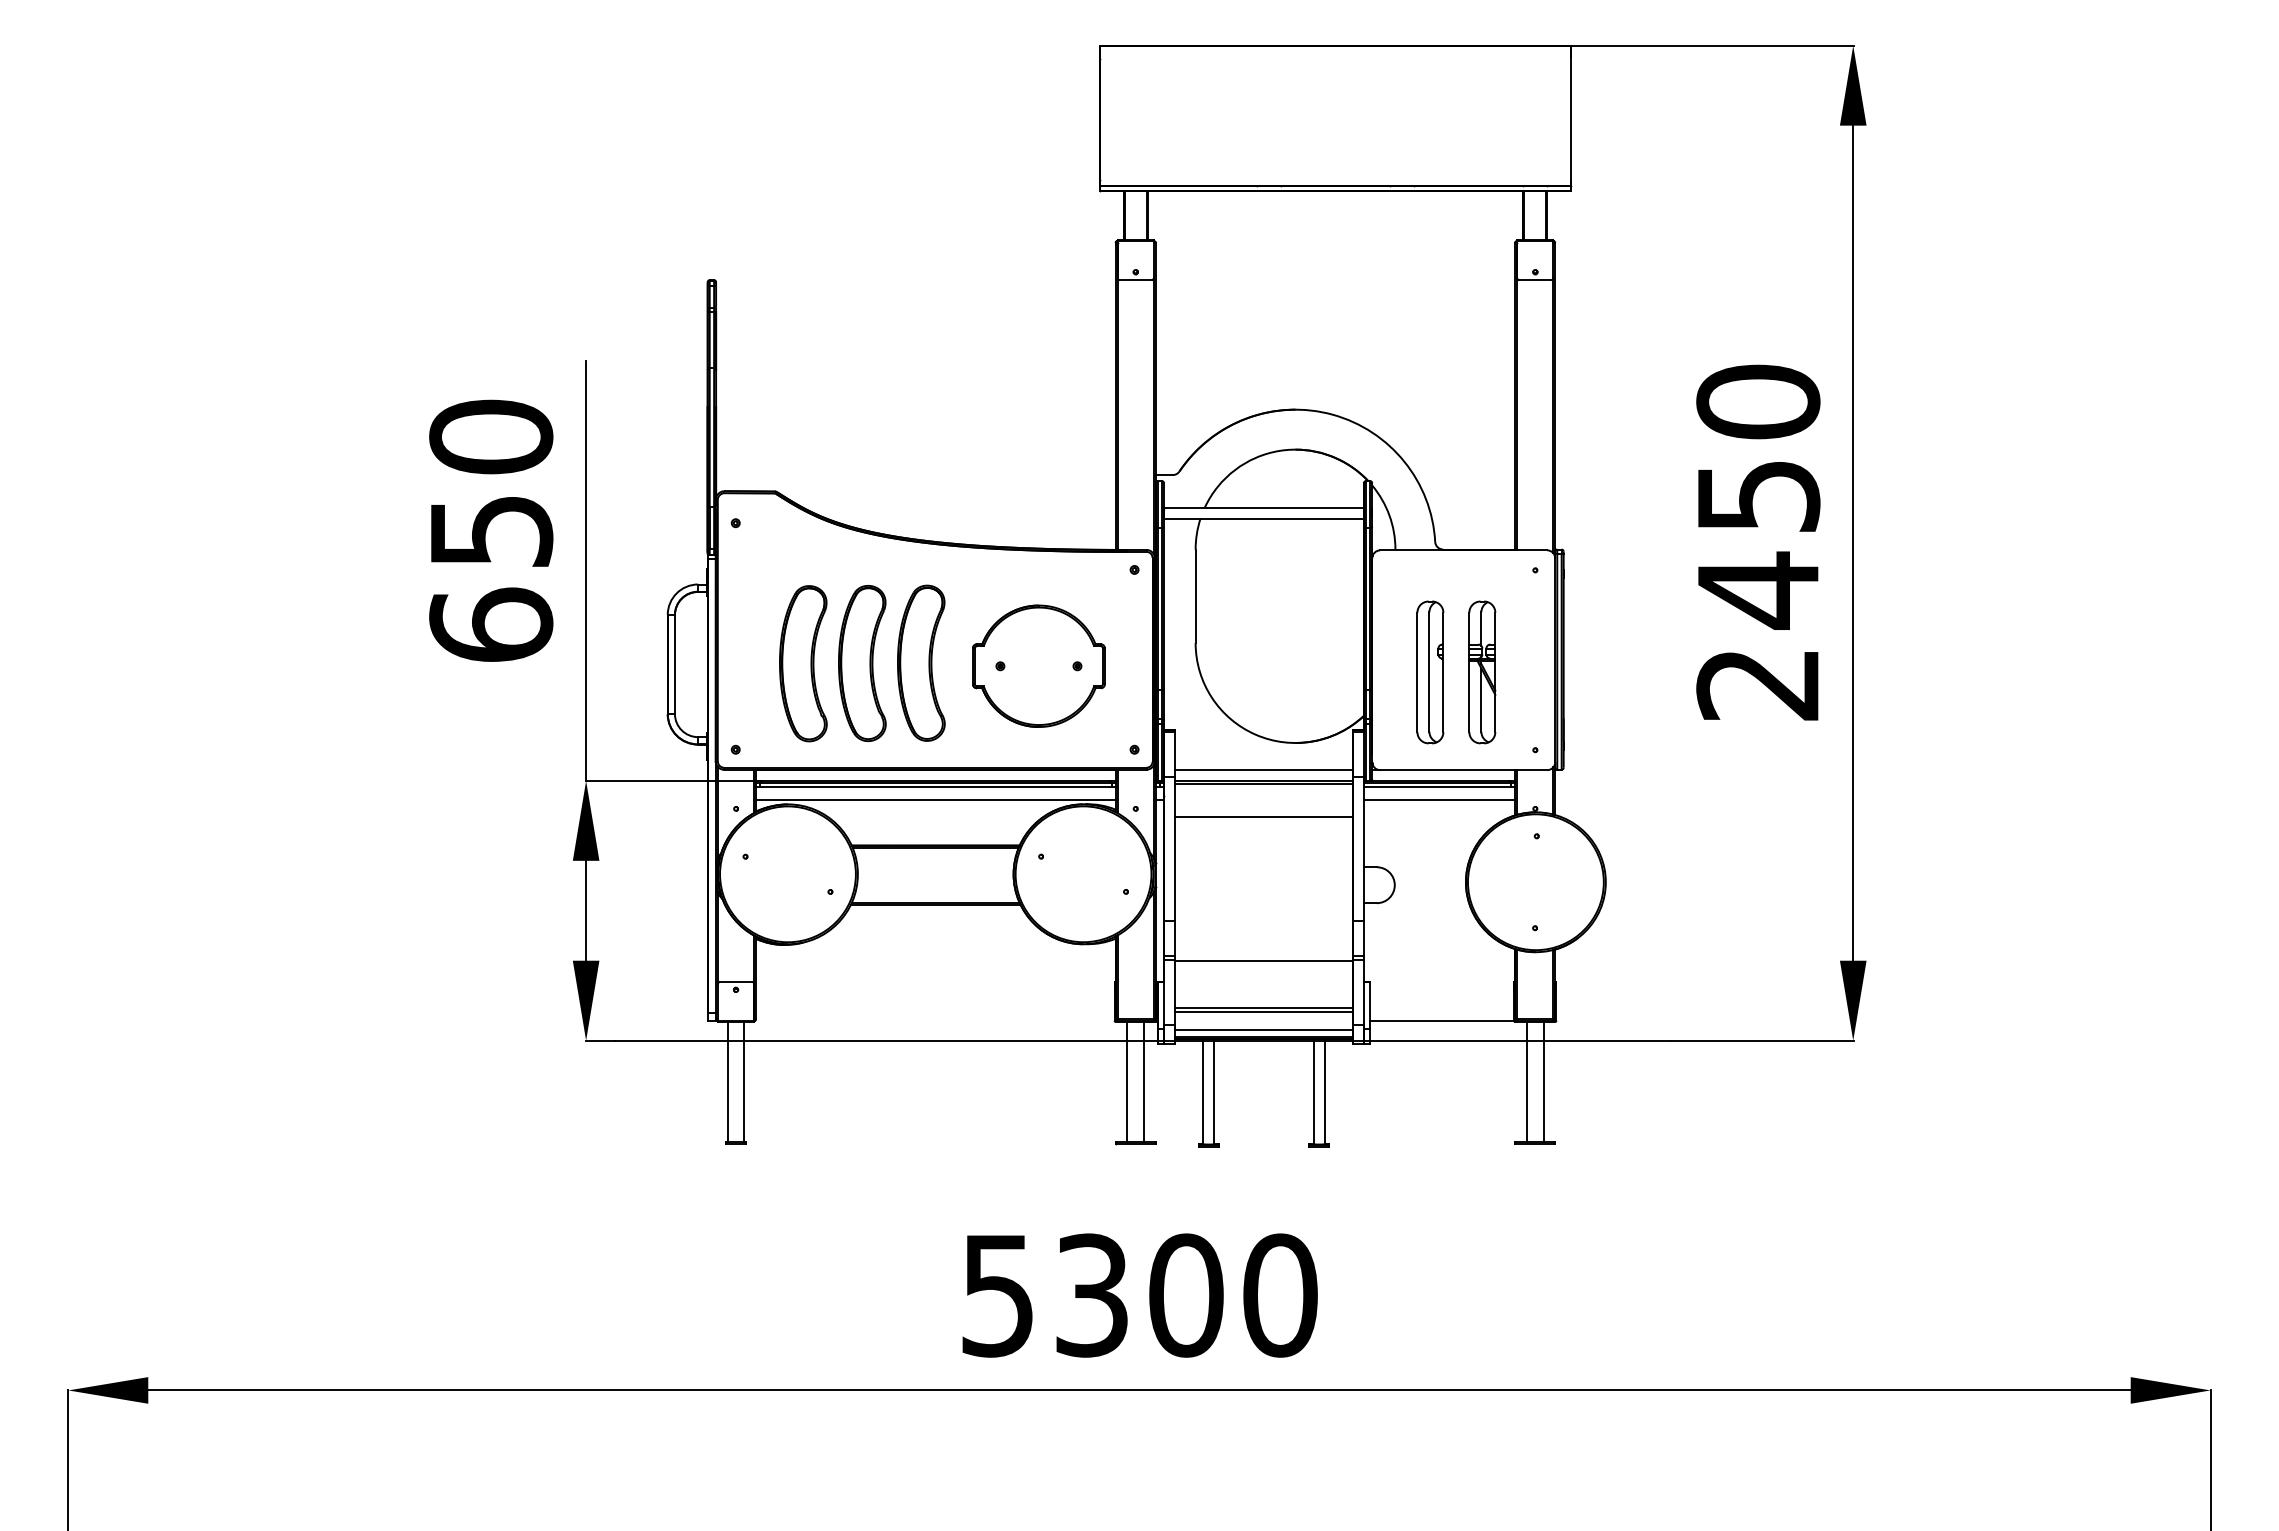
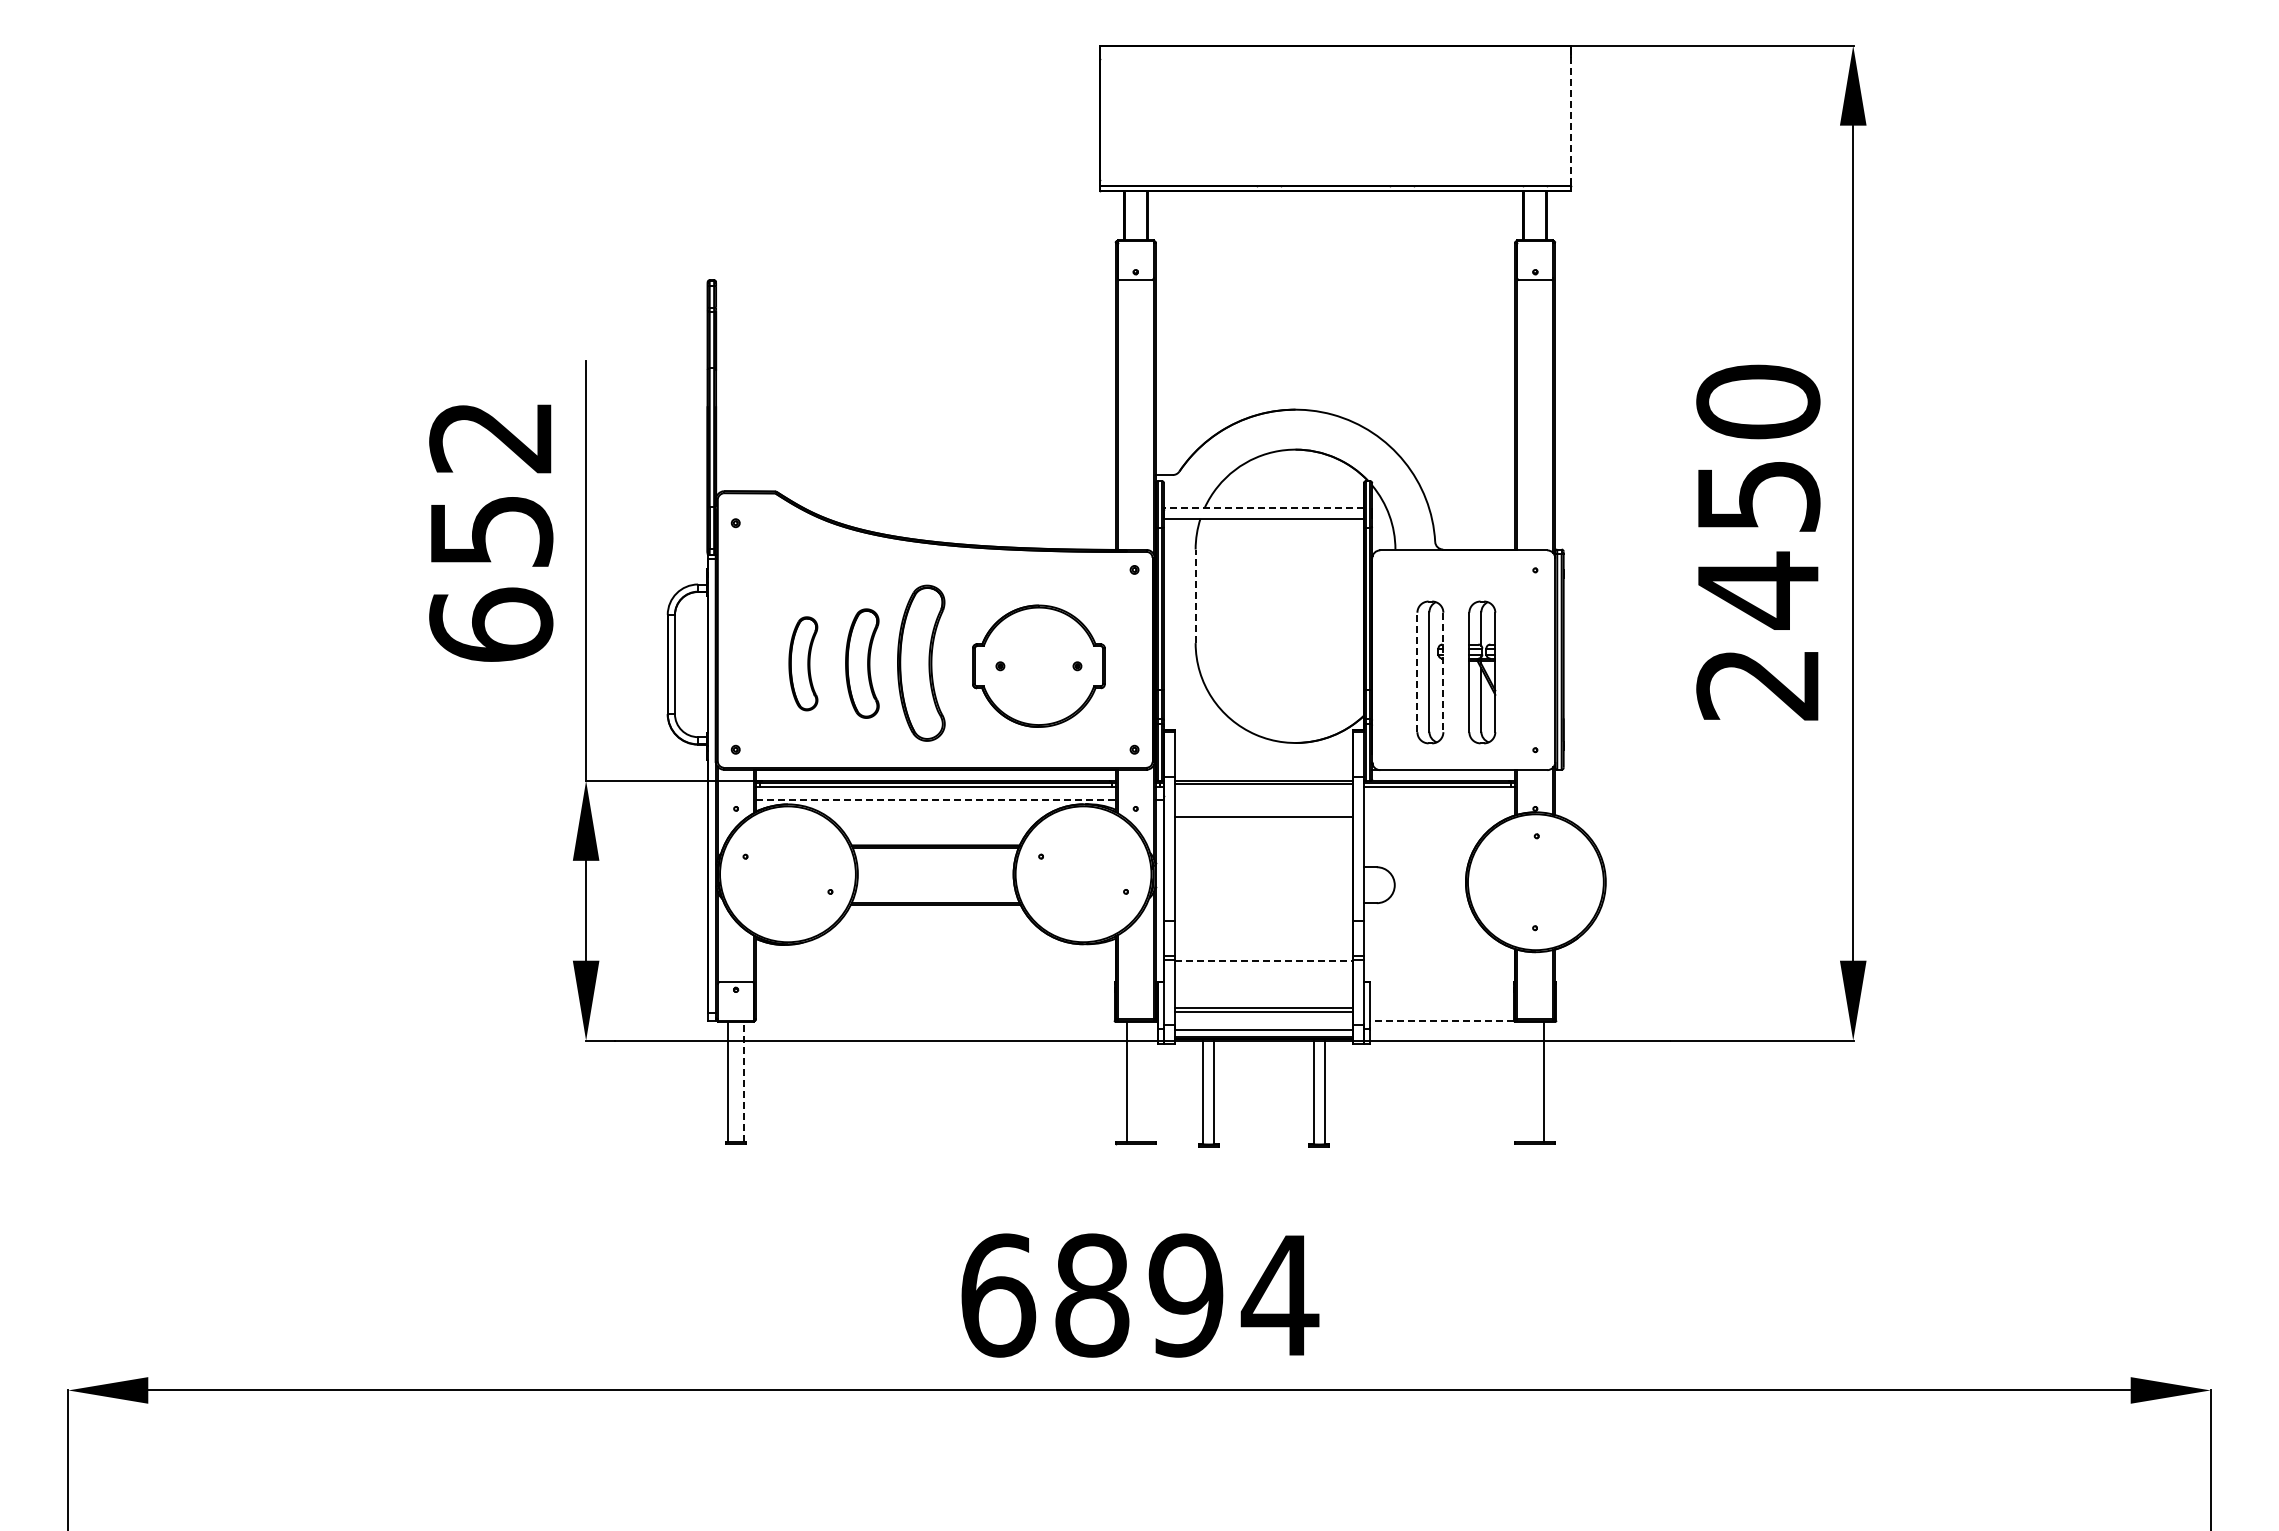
line at (1571, 115): solid -> dashed
text at (491, 436): 650 -> 652
line at (1263, 507): solid -> dashed
line at (1195, 596): solid -> dashed
part at (803, 663) size: 49x158 px -> 31x96 px
part at (862, 663) size: 49x158 px -> 35x111 px
line at (1417, 672): solid -> dashed
line at (1443, 672): solid -> dashed
line at (1263, 769): present -> none
line at (935, 799): solid -> dashed
line at (1439, 799): present -> none
line at (1264, 960): solid -> dashed
line at (1441, 1020): solid -> dashed
line at (744, 1081): solid -> dashed
line at (1144, 1081): present -> none
line at (1526, 1081): present -> none
text at (1140, 1295): 5300 -> 6894
